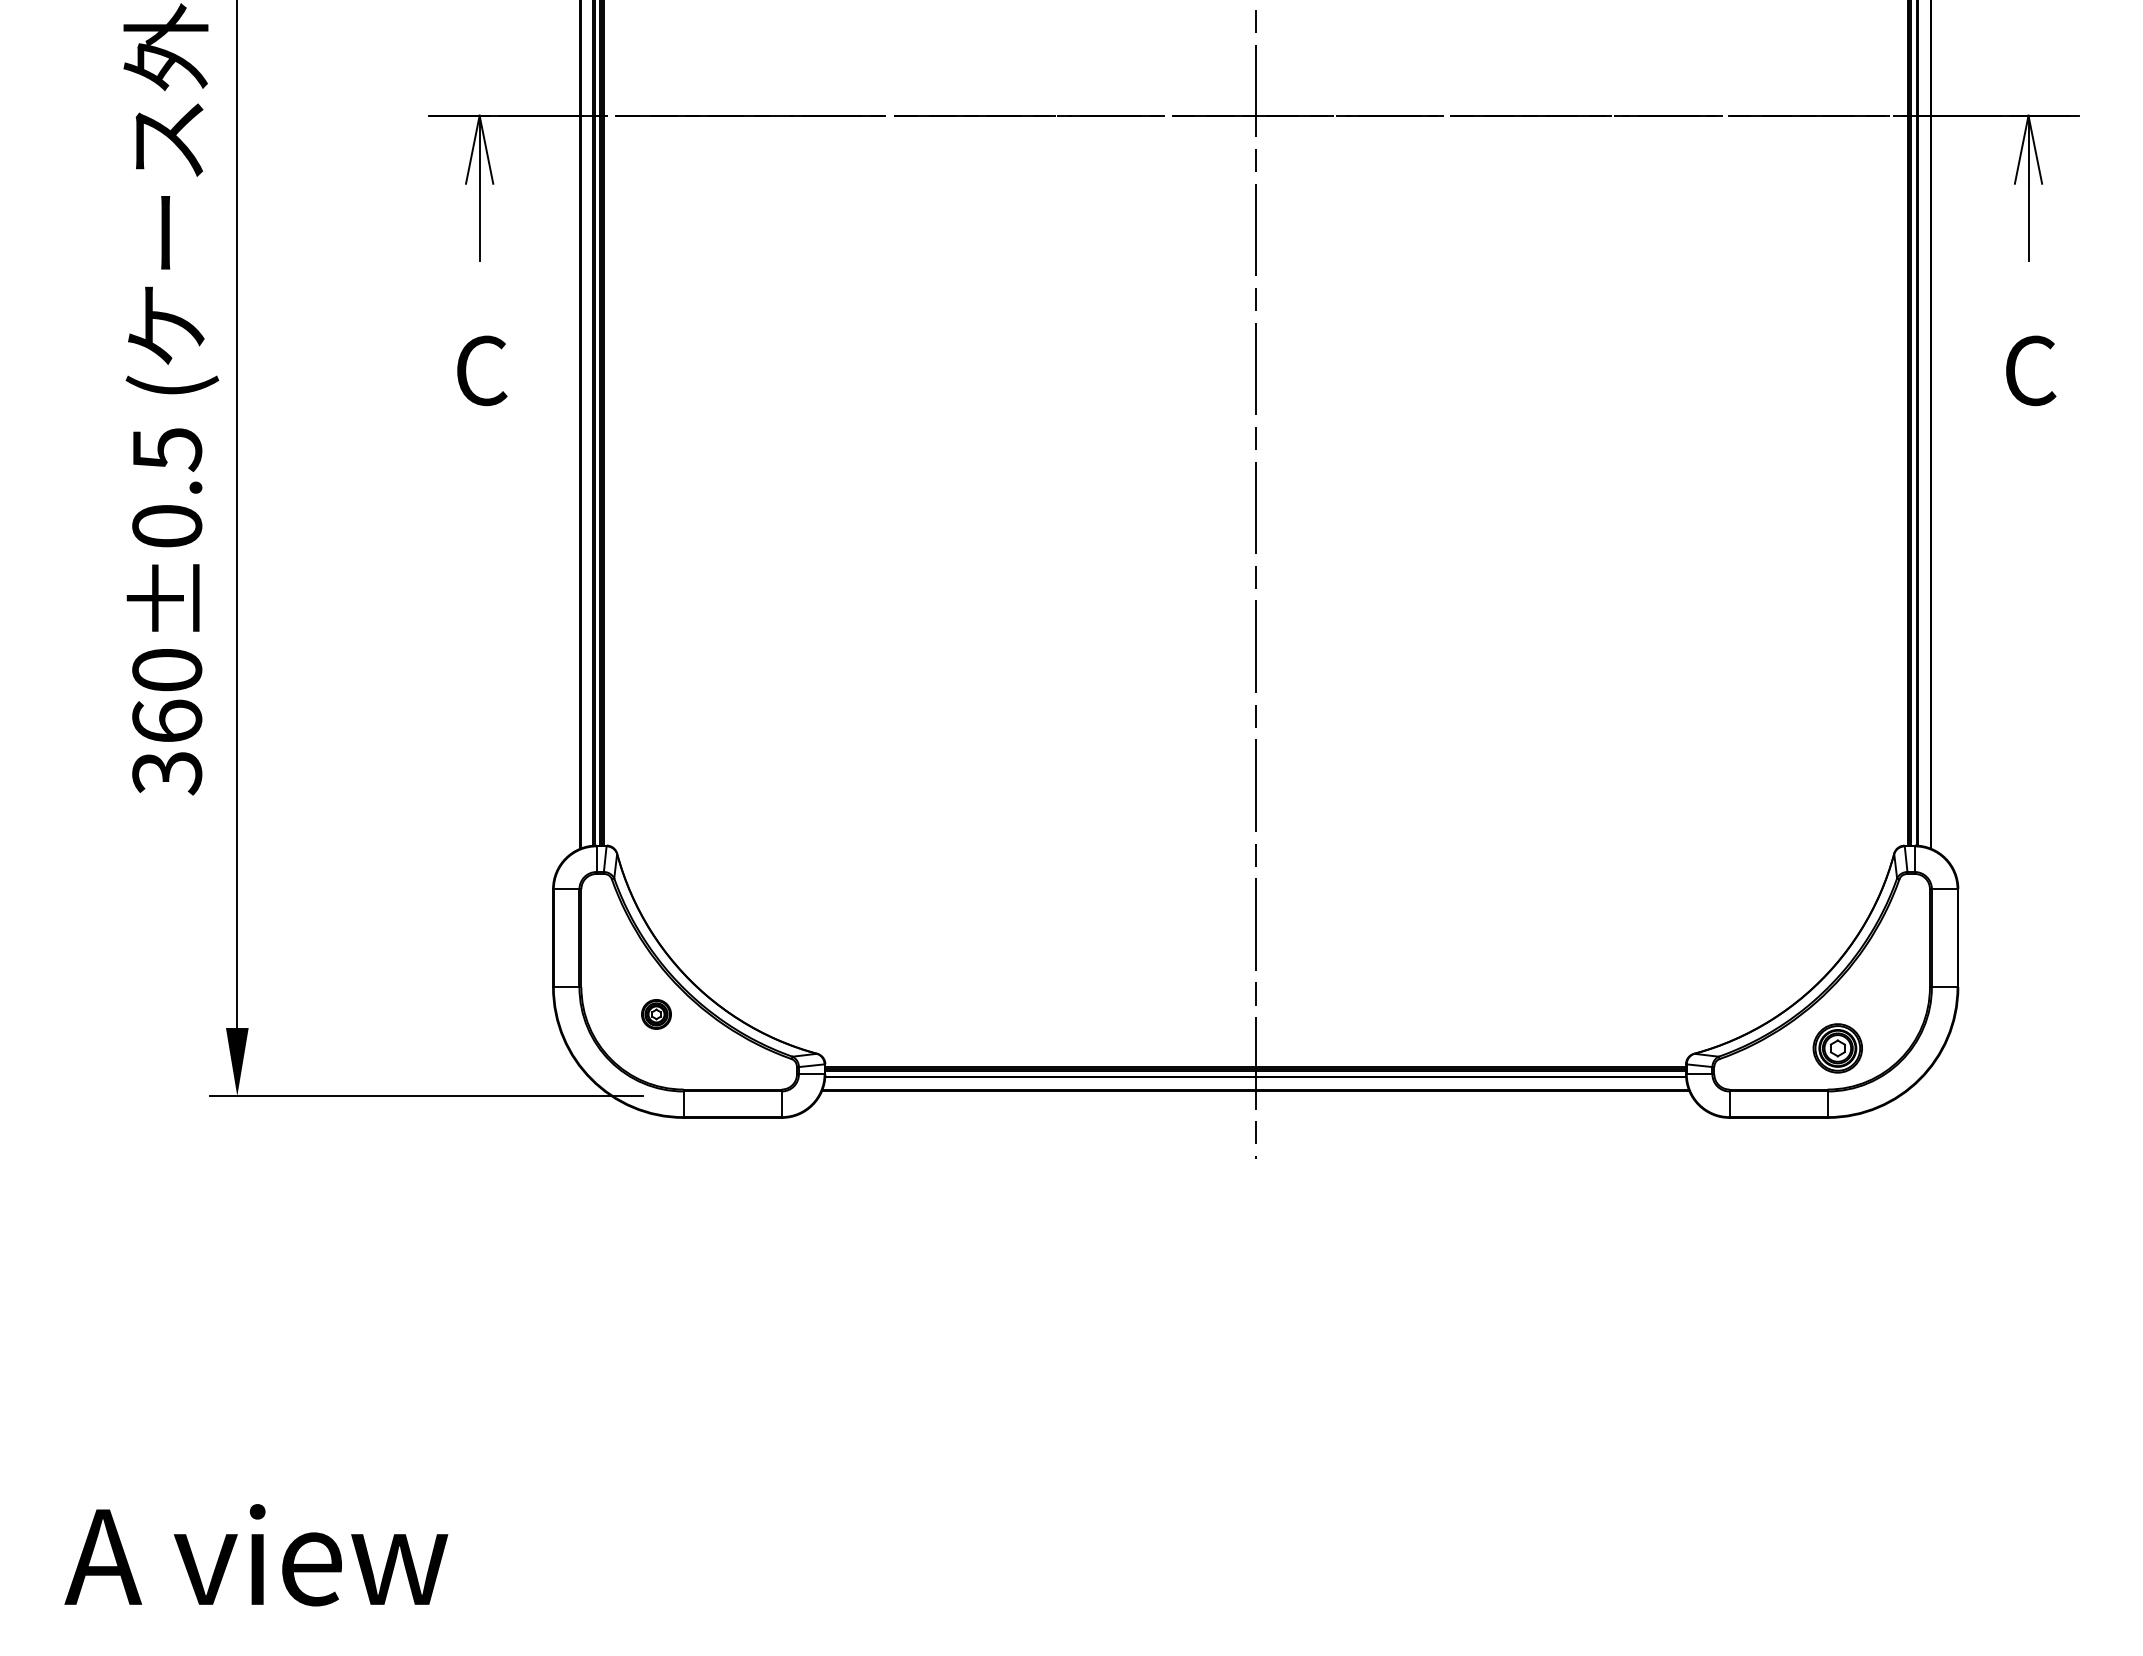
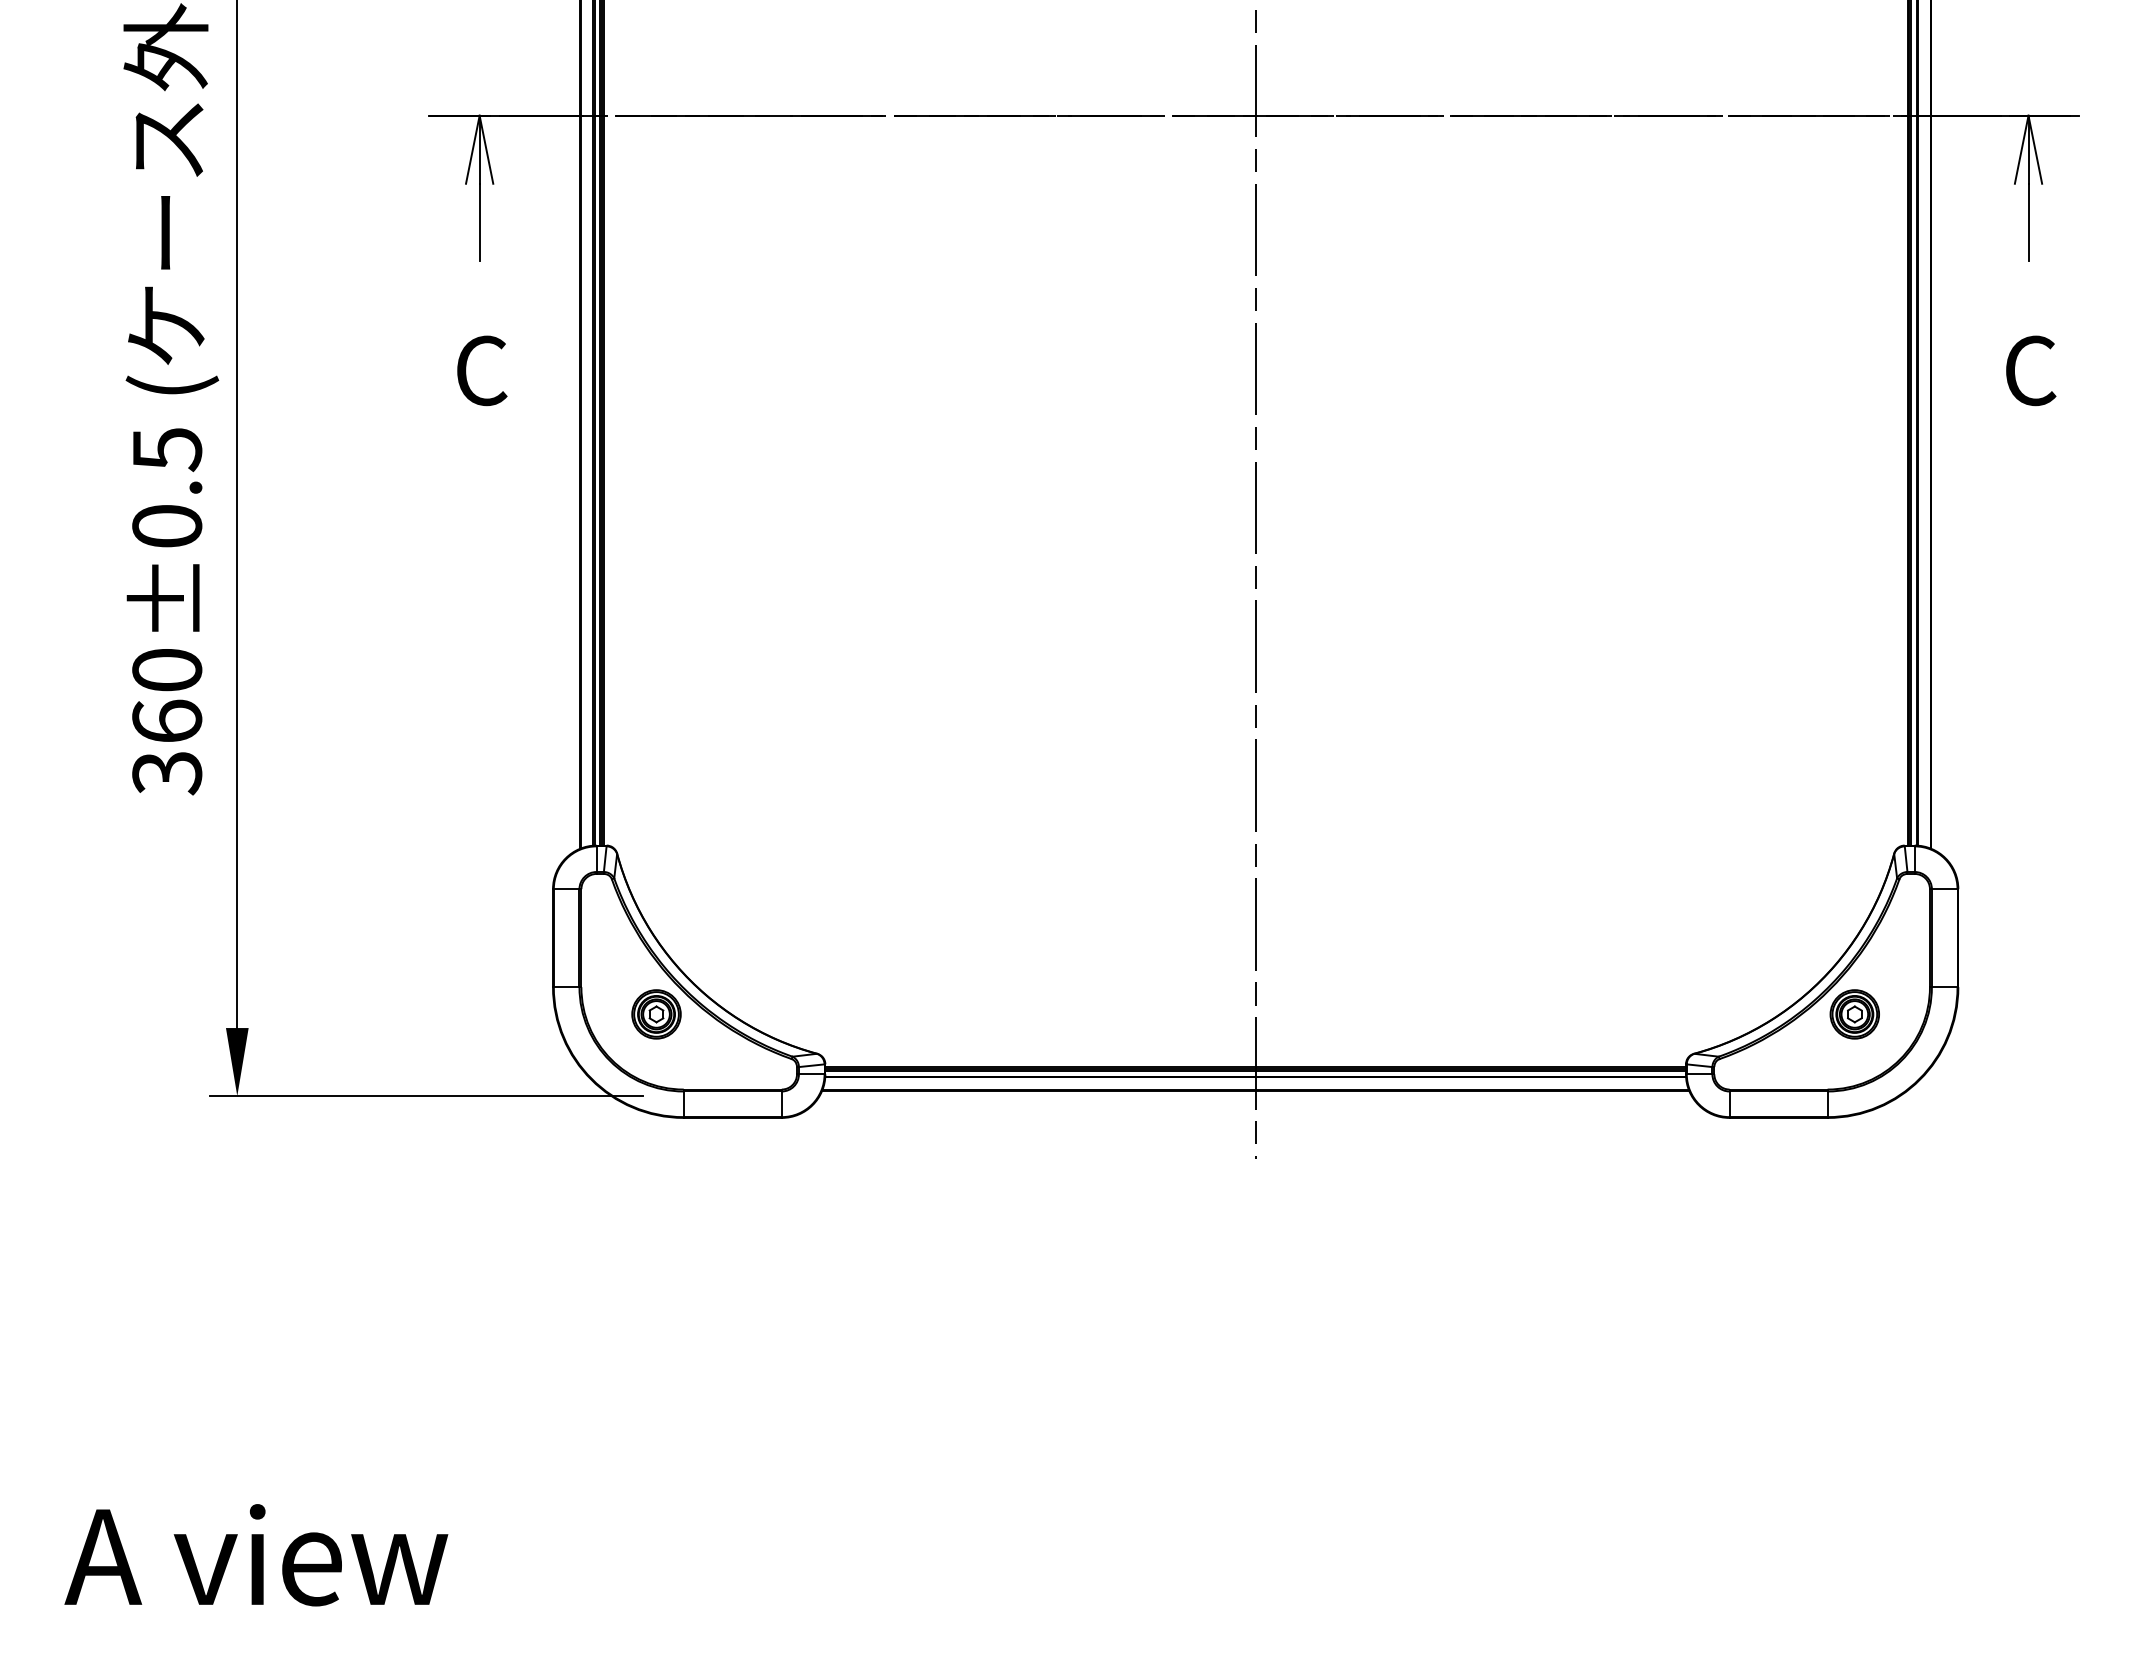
part at (656, 1014) size: 31x31 px -> 51x51 px
part at (1837, 1048) position: (1837, 1048) -> (1854, 1014)
